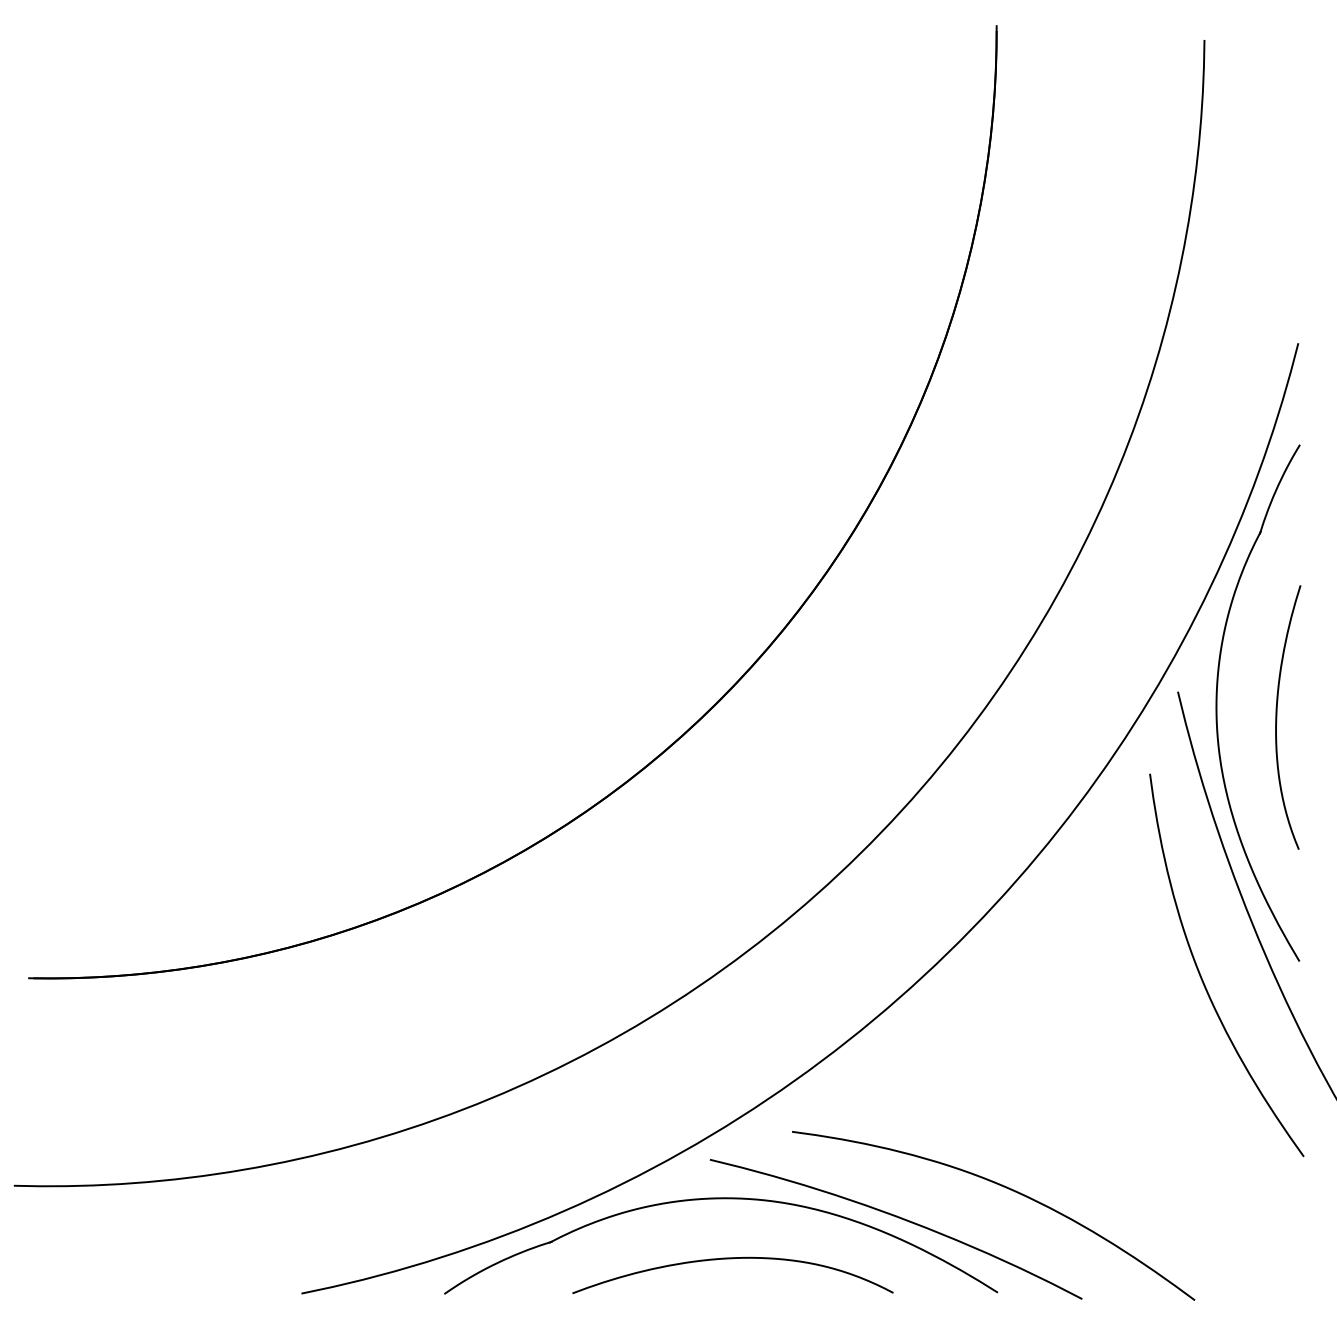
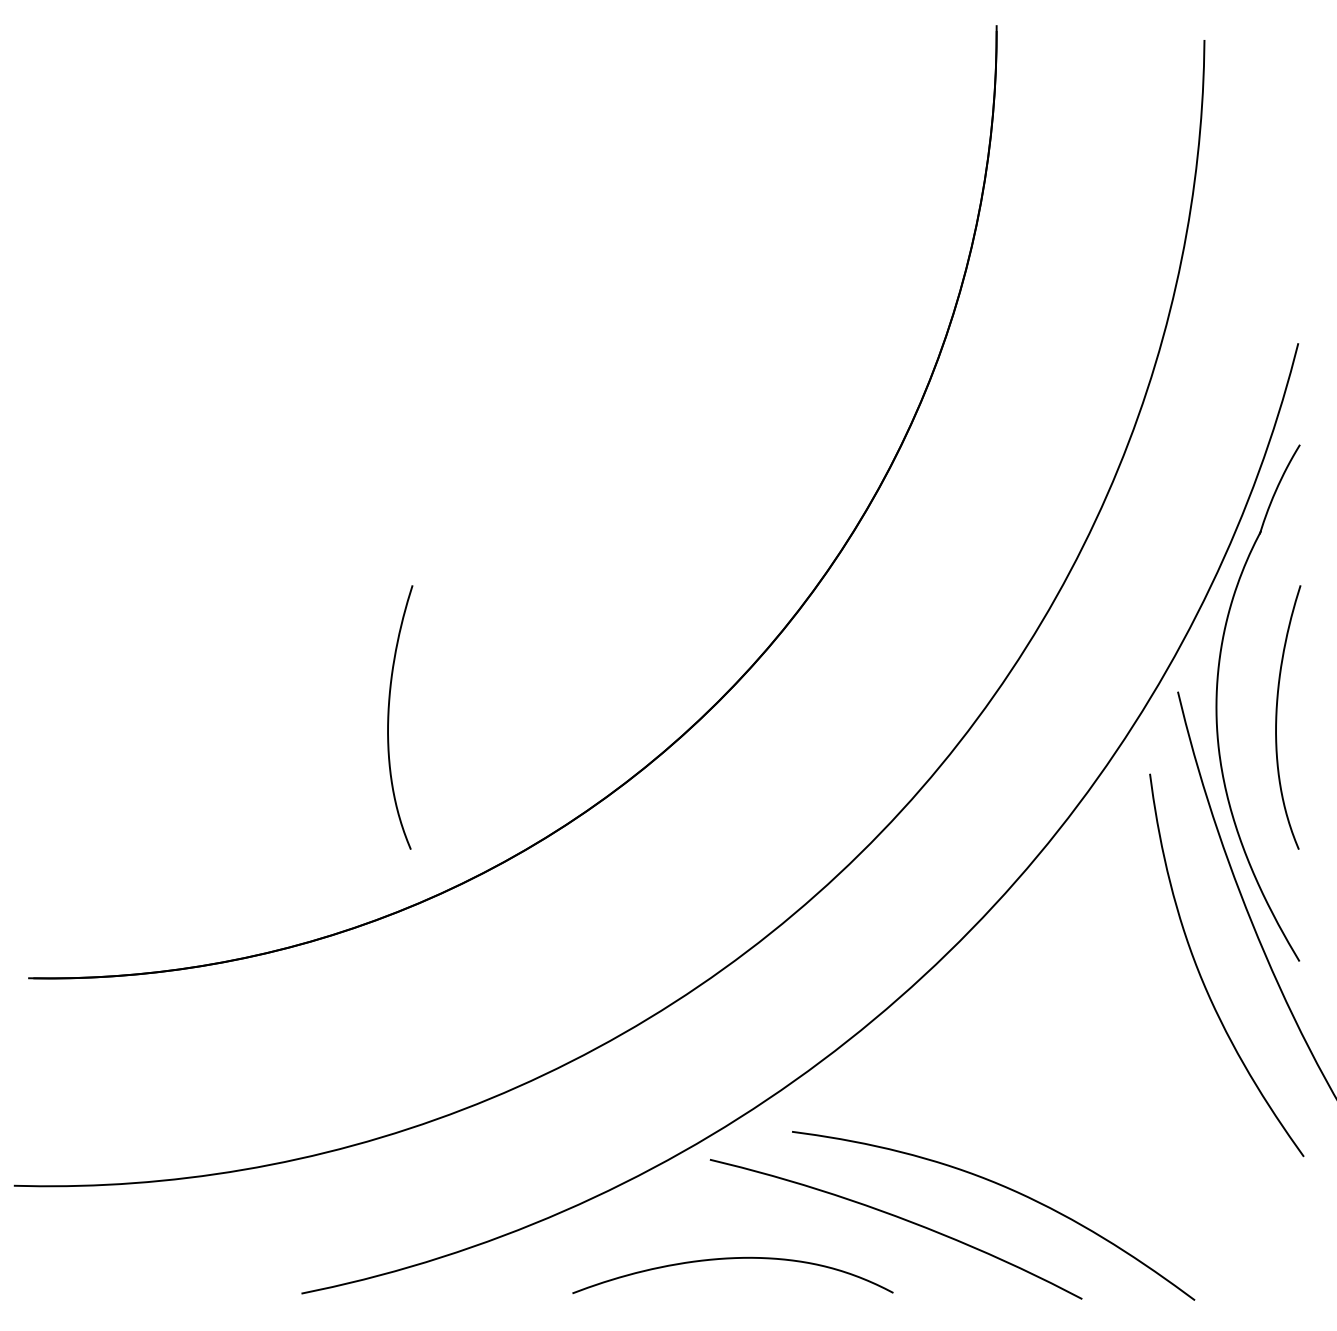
curve at (389, 717): none -> present
part at (721, 1199): present -> none
